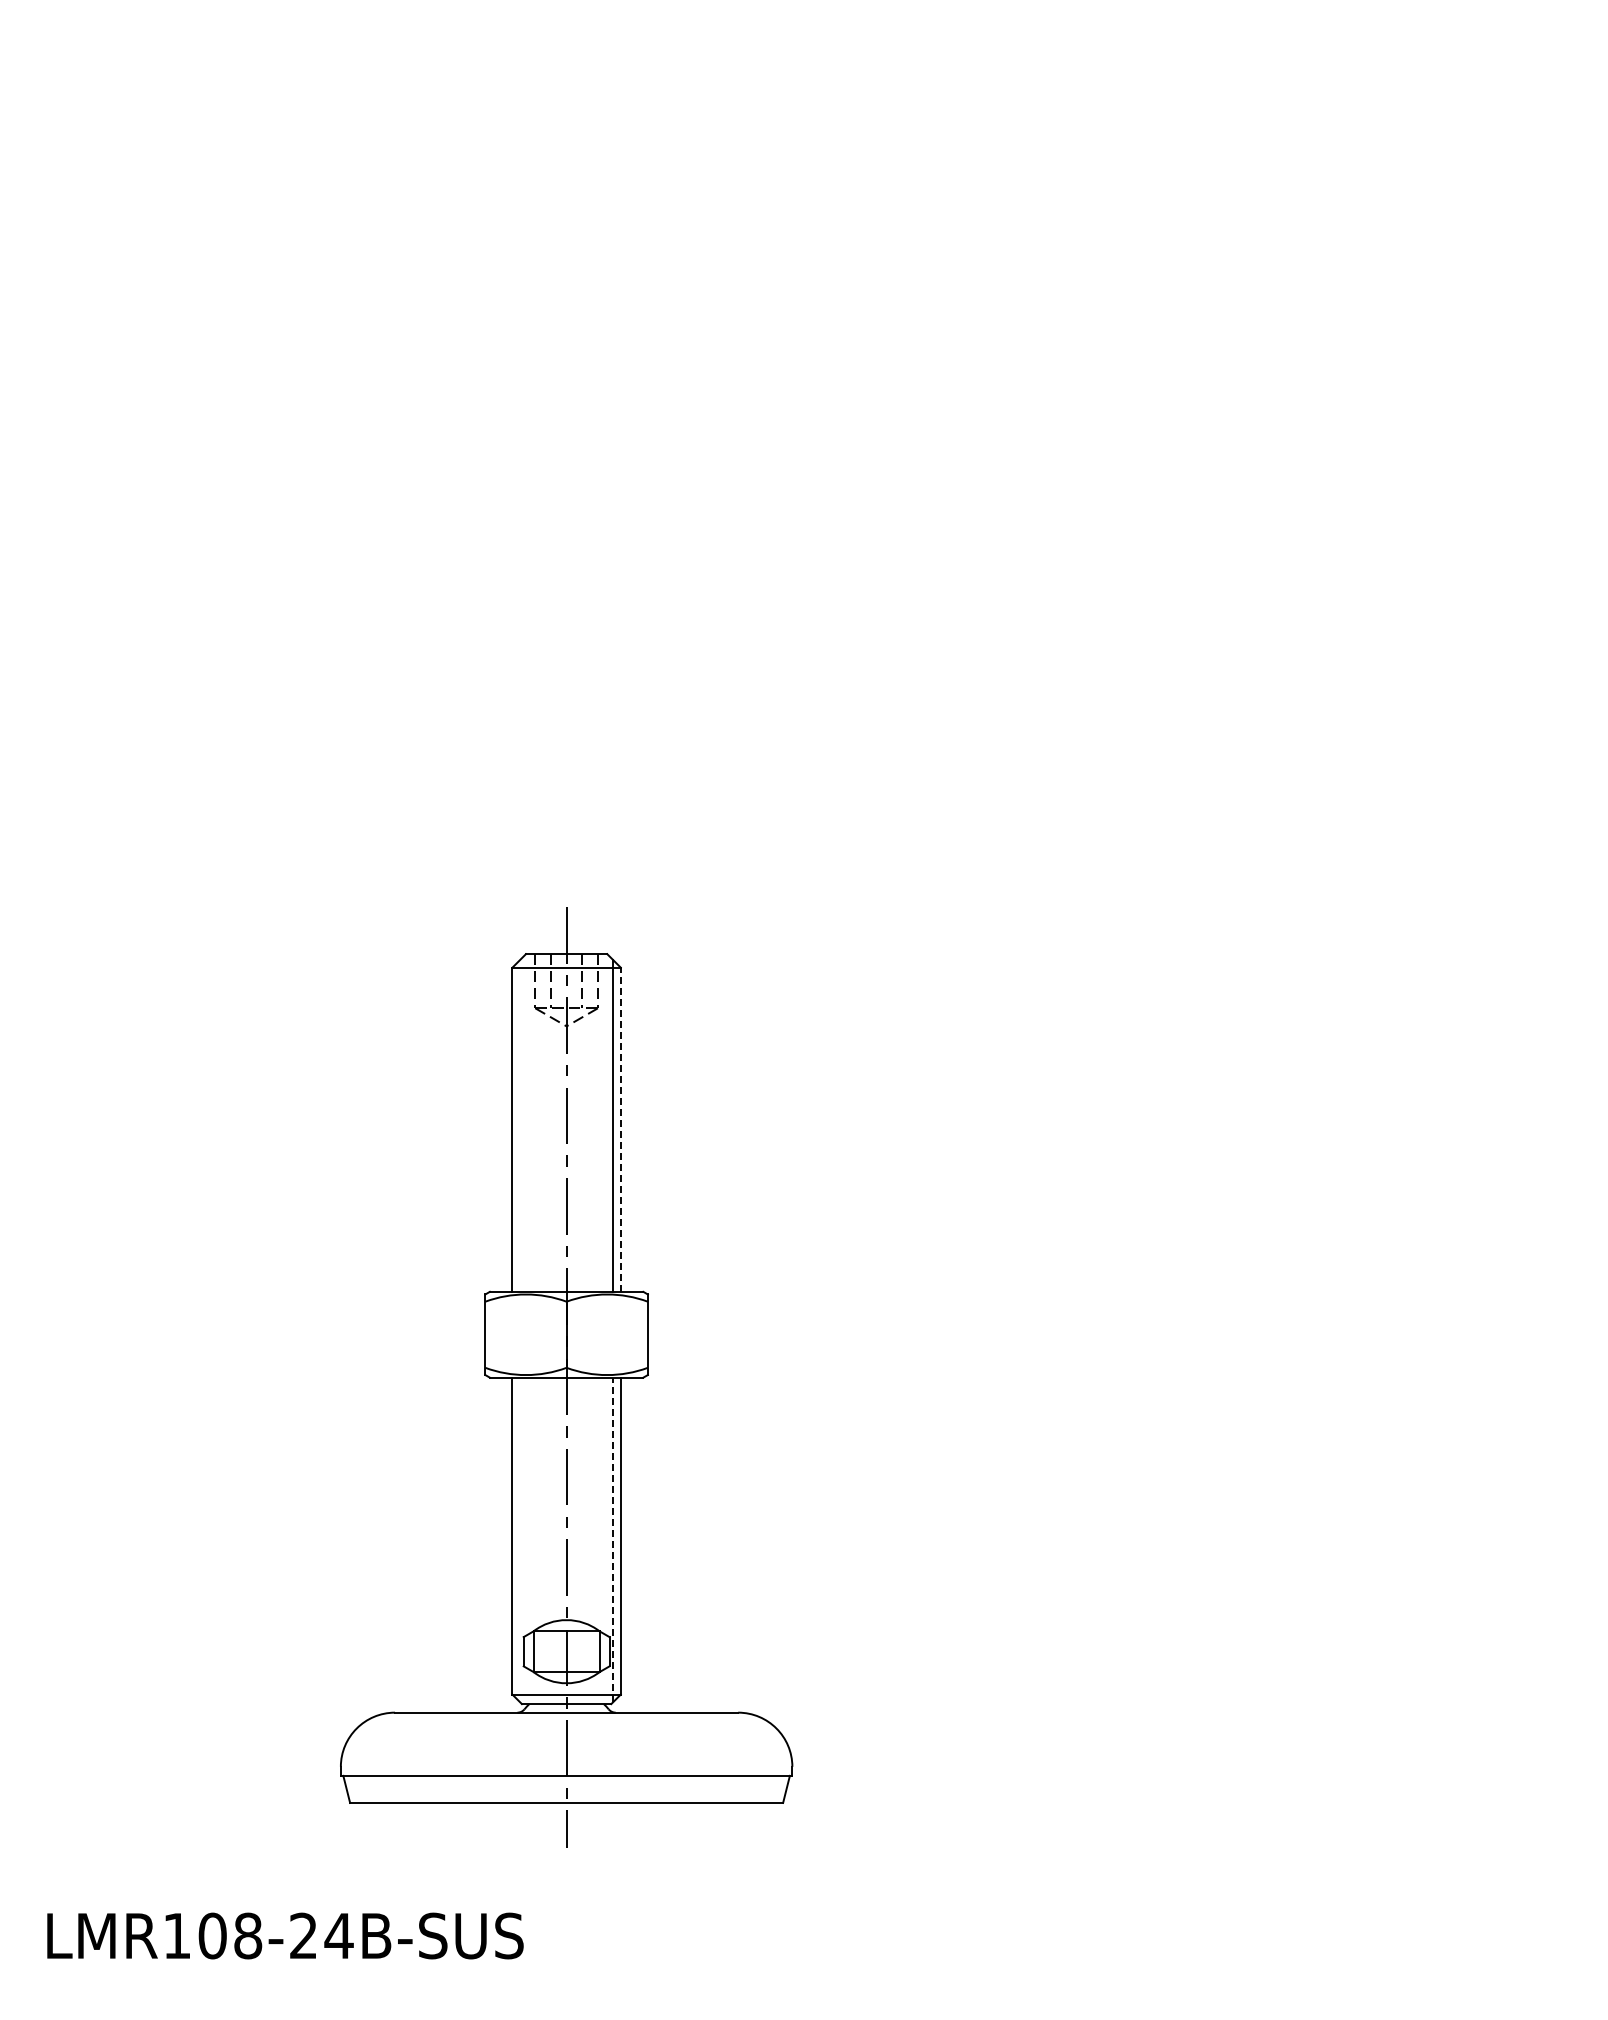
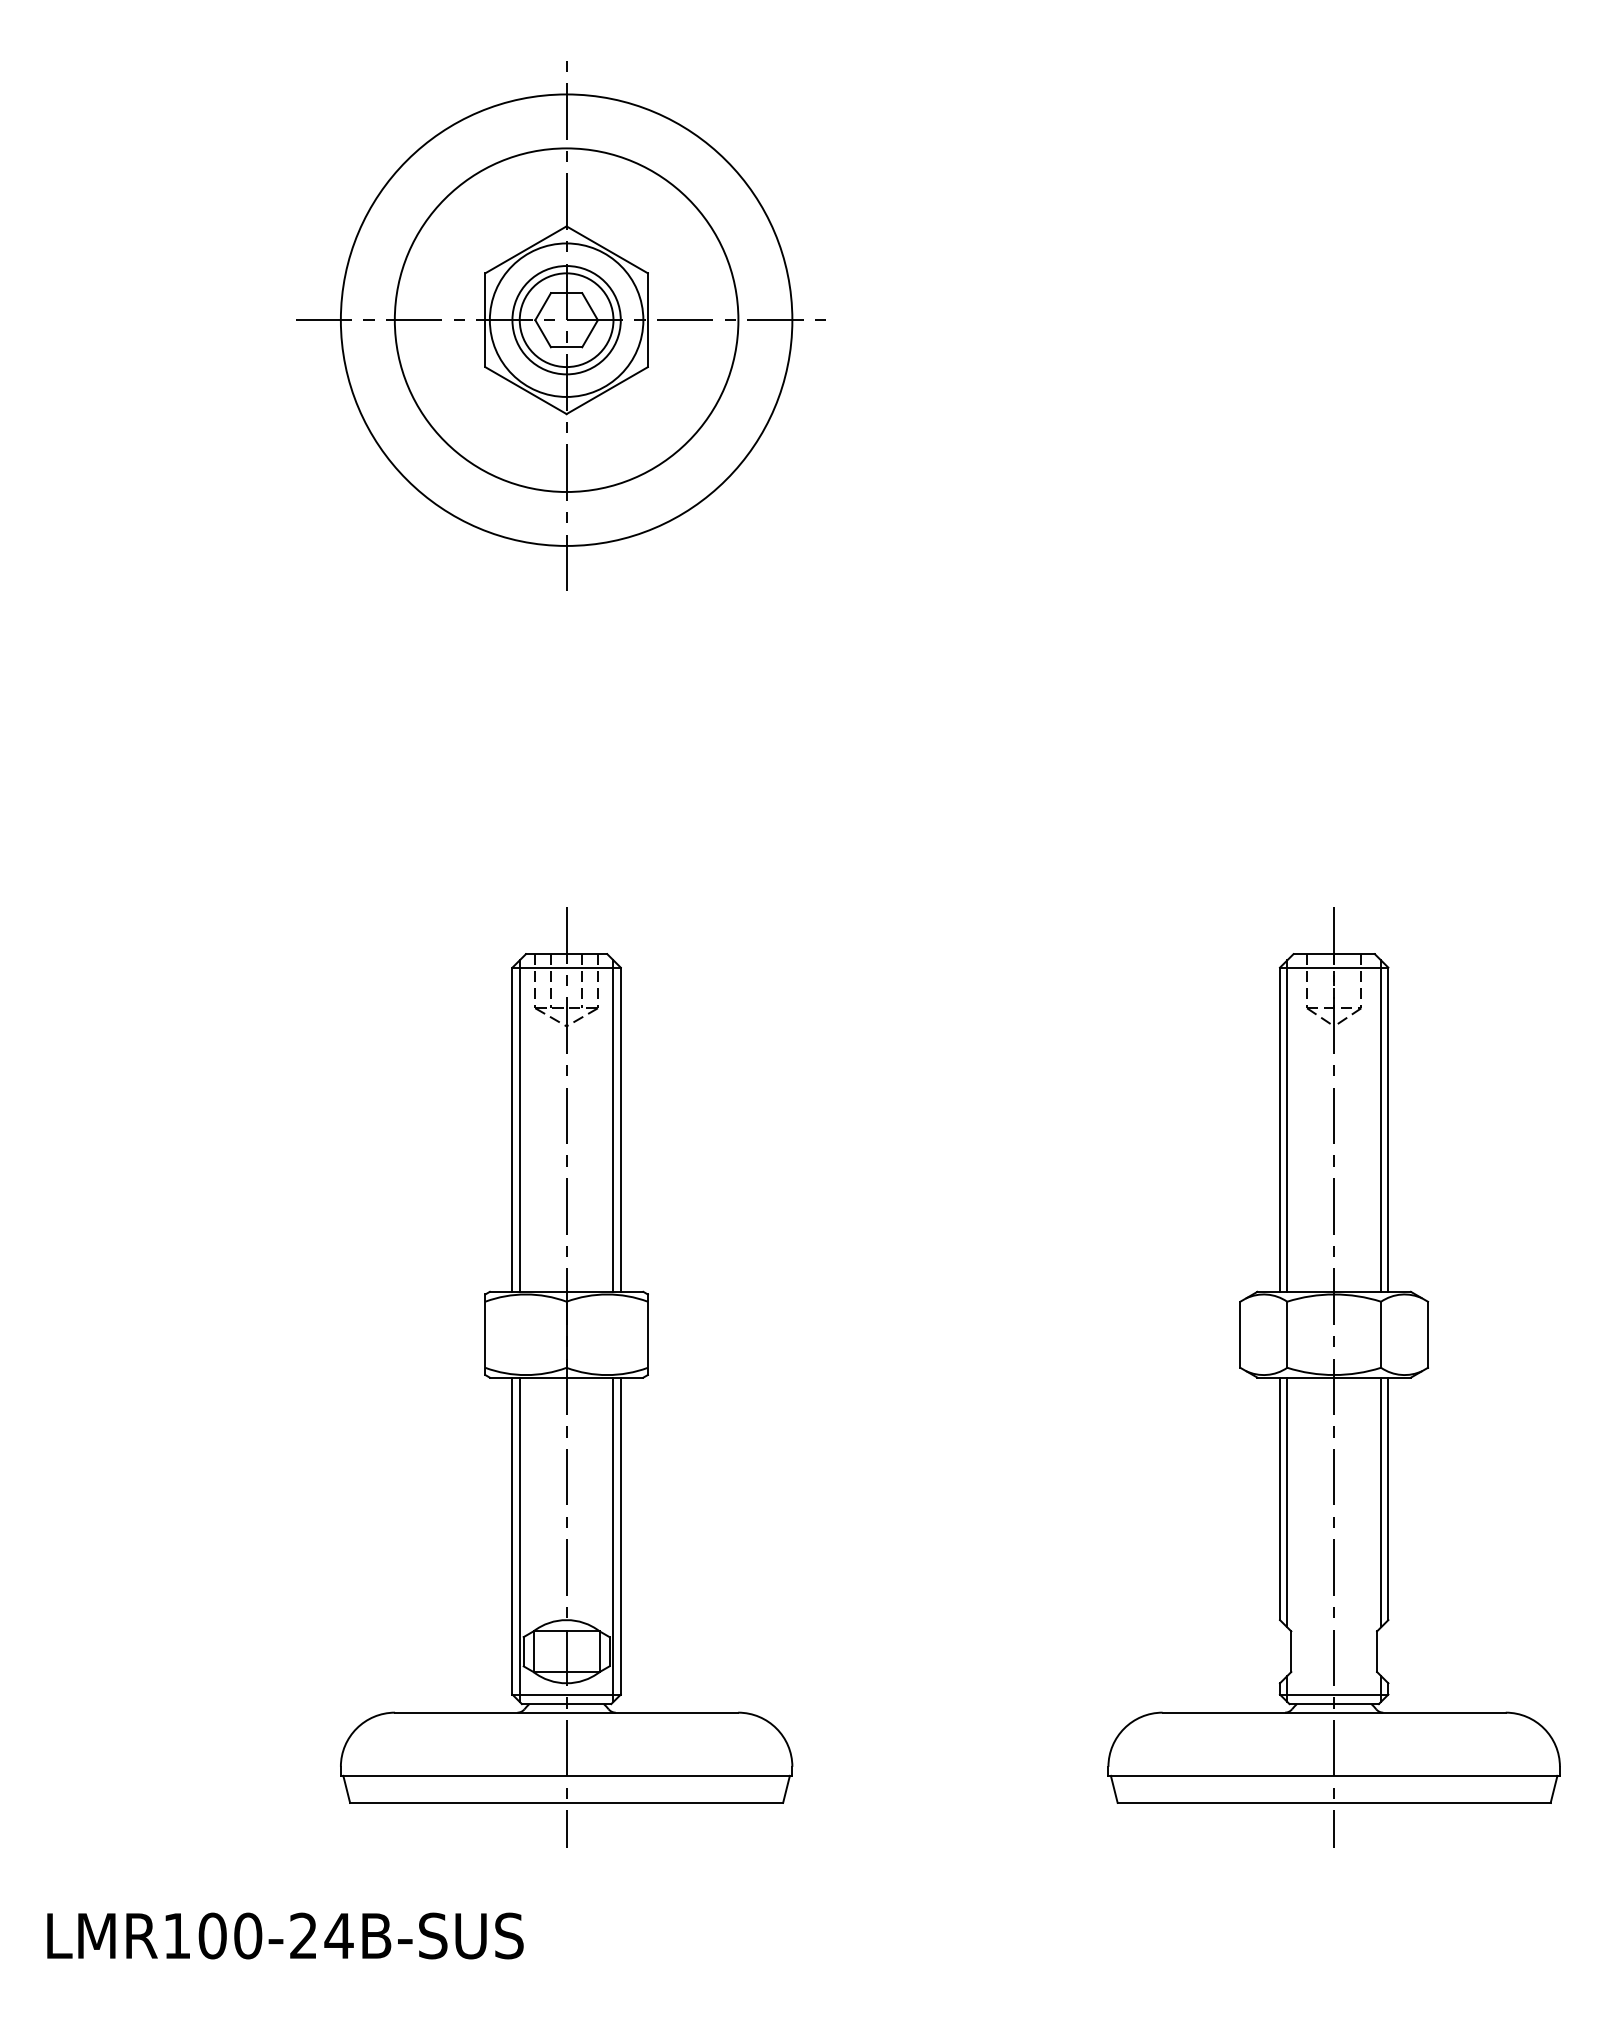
part at (560, 325): none -> present
line at (519, 1125): none -> present
line at (620, 1129): dashed -> solid
part at (1333, 1377): none -> present
line at (519, 1539): none -> present
line at (613, 1539): dashed -> solid
text at (248, 1935): LMR108-24B-SUS -> LMR100-24B-SUS
